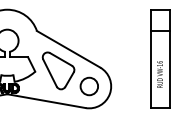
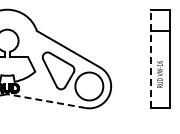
line at (150, 58): solid -> dashed
circle at (89, 86) diameter: 17 px -> 28 px
line at (46, 101): solid -> dashed
